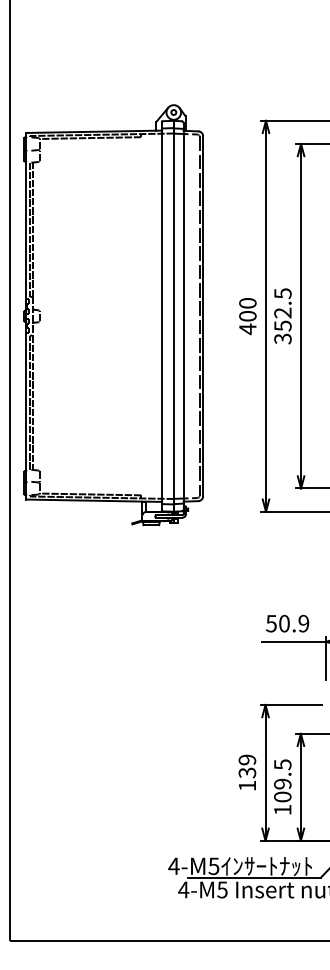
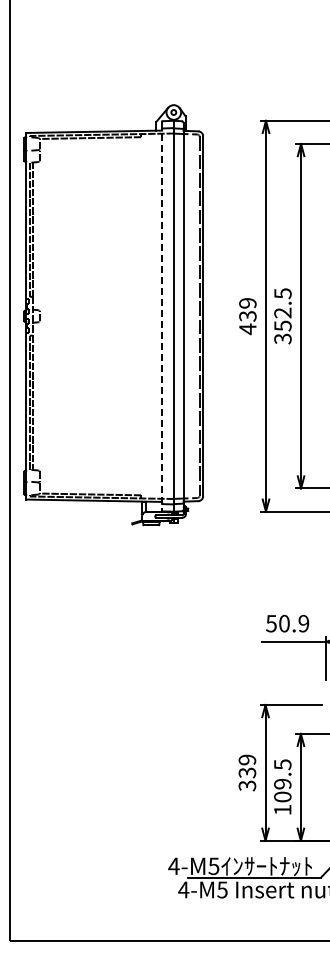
text at (247, 309): 400 -> 439
line at (162, 316): solid -> dashed
text at (247, 785): 139 -> 339
